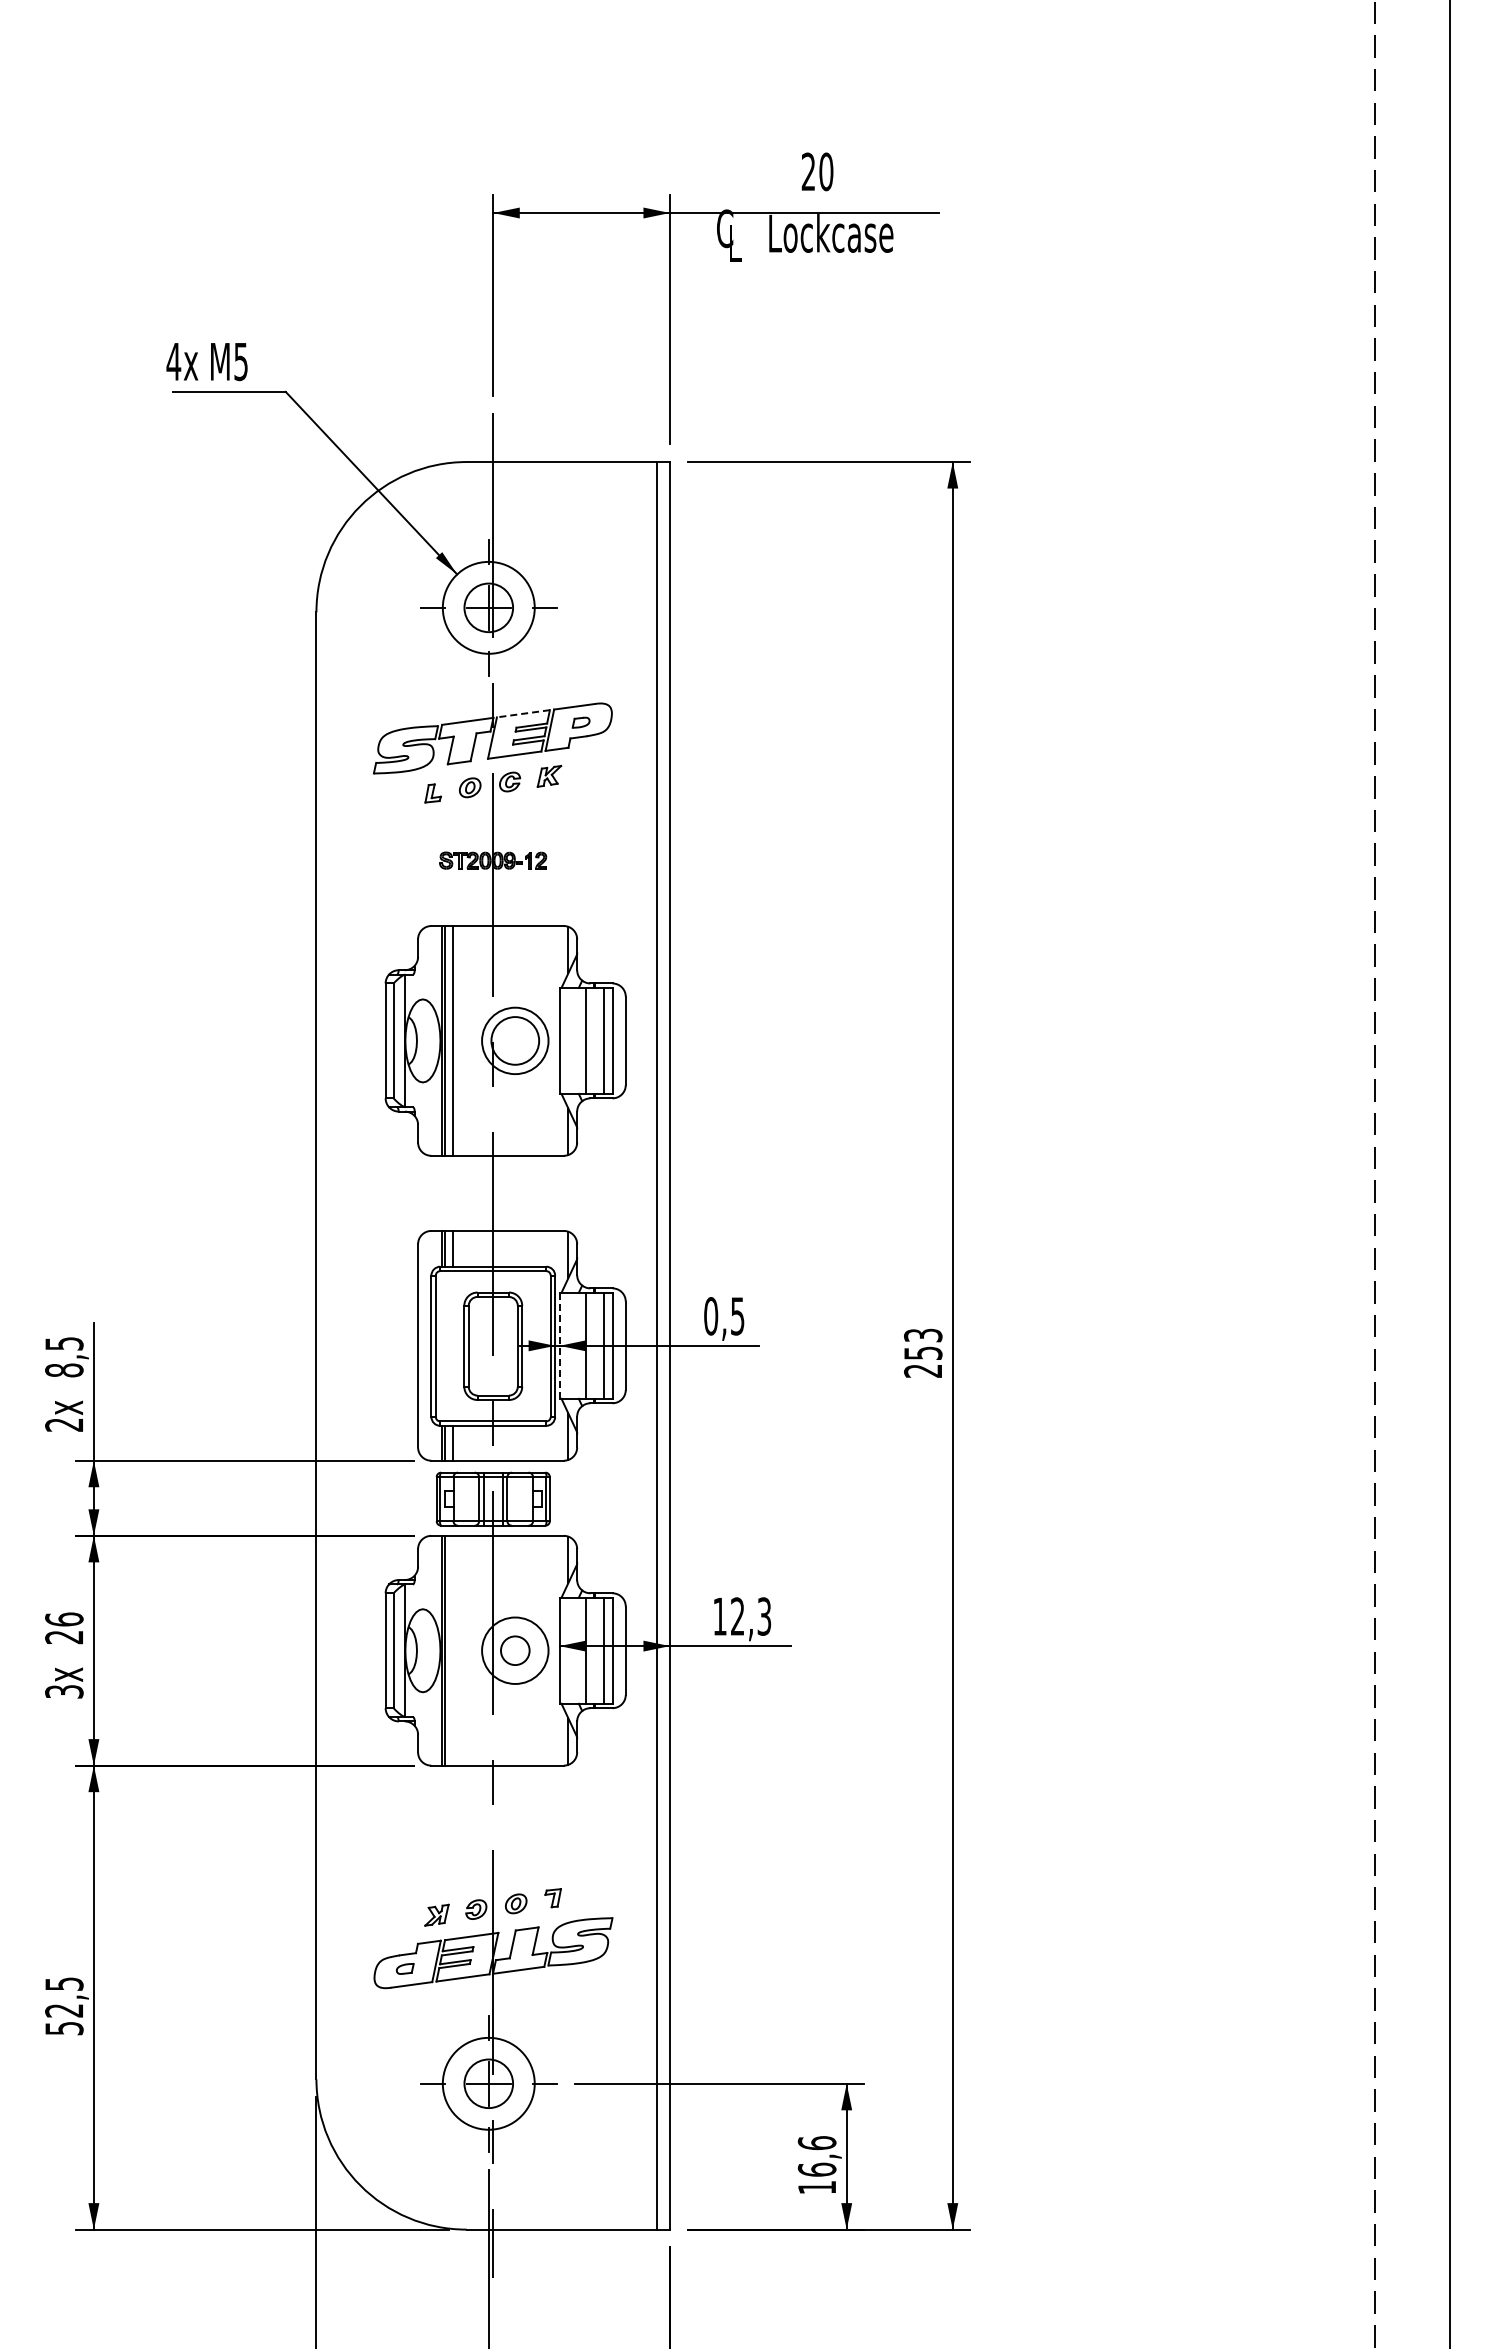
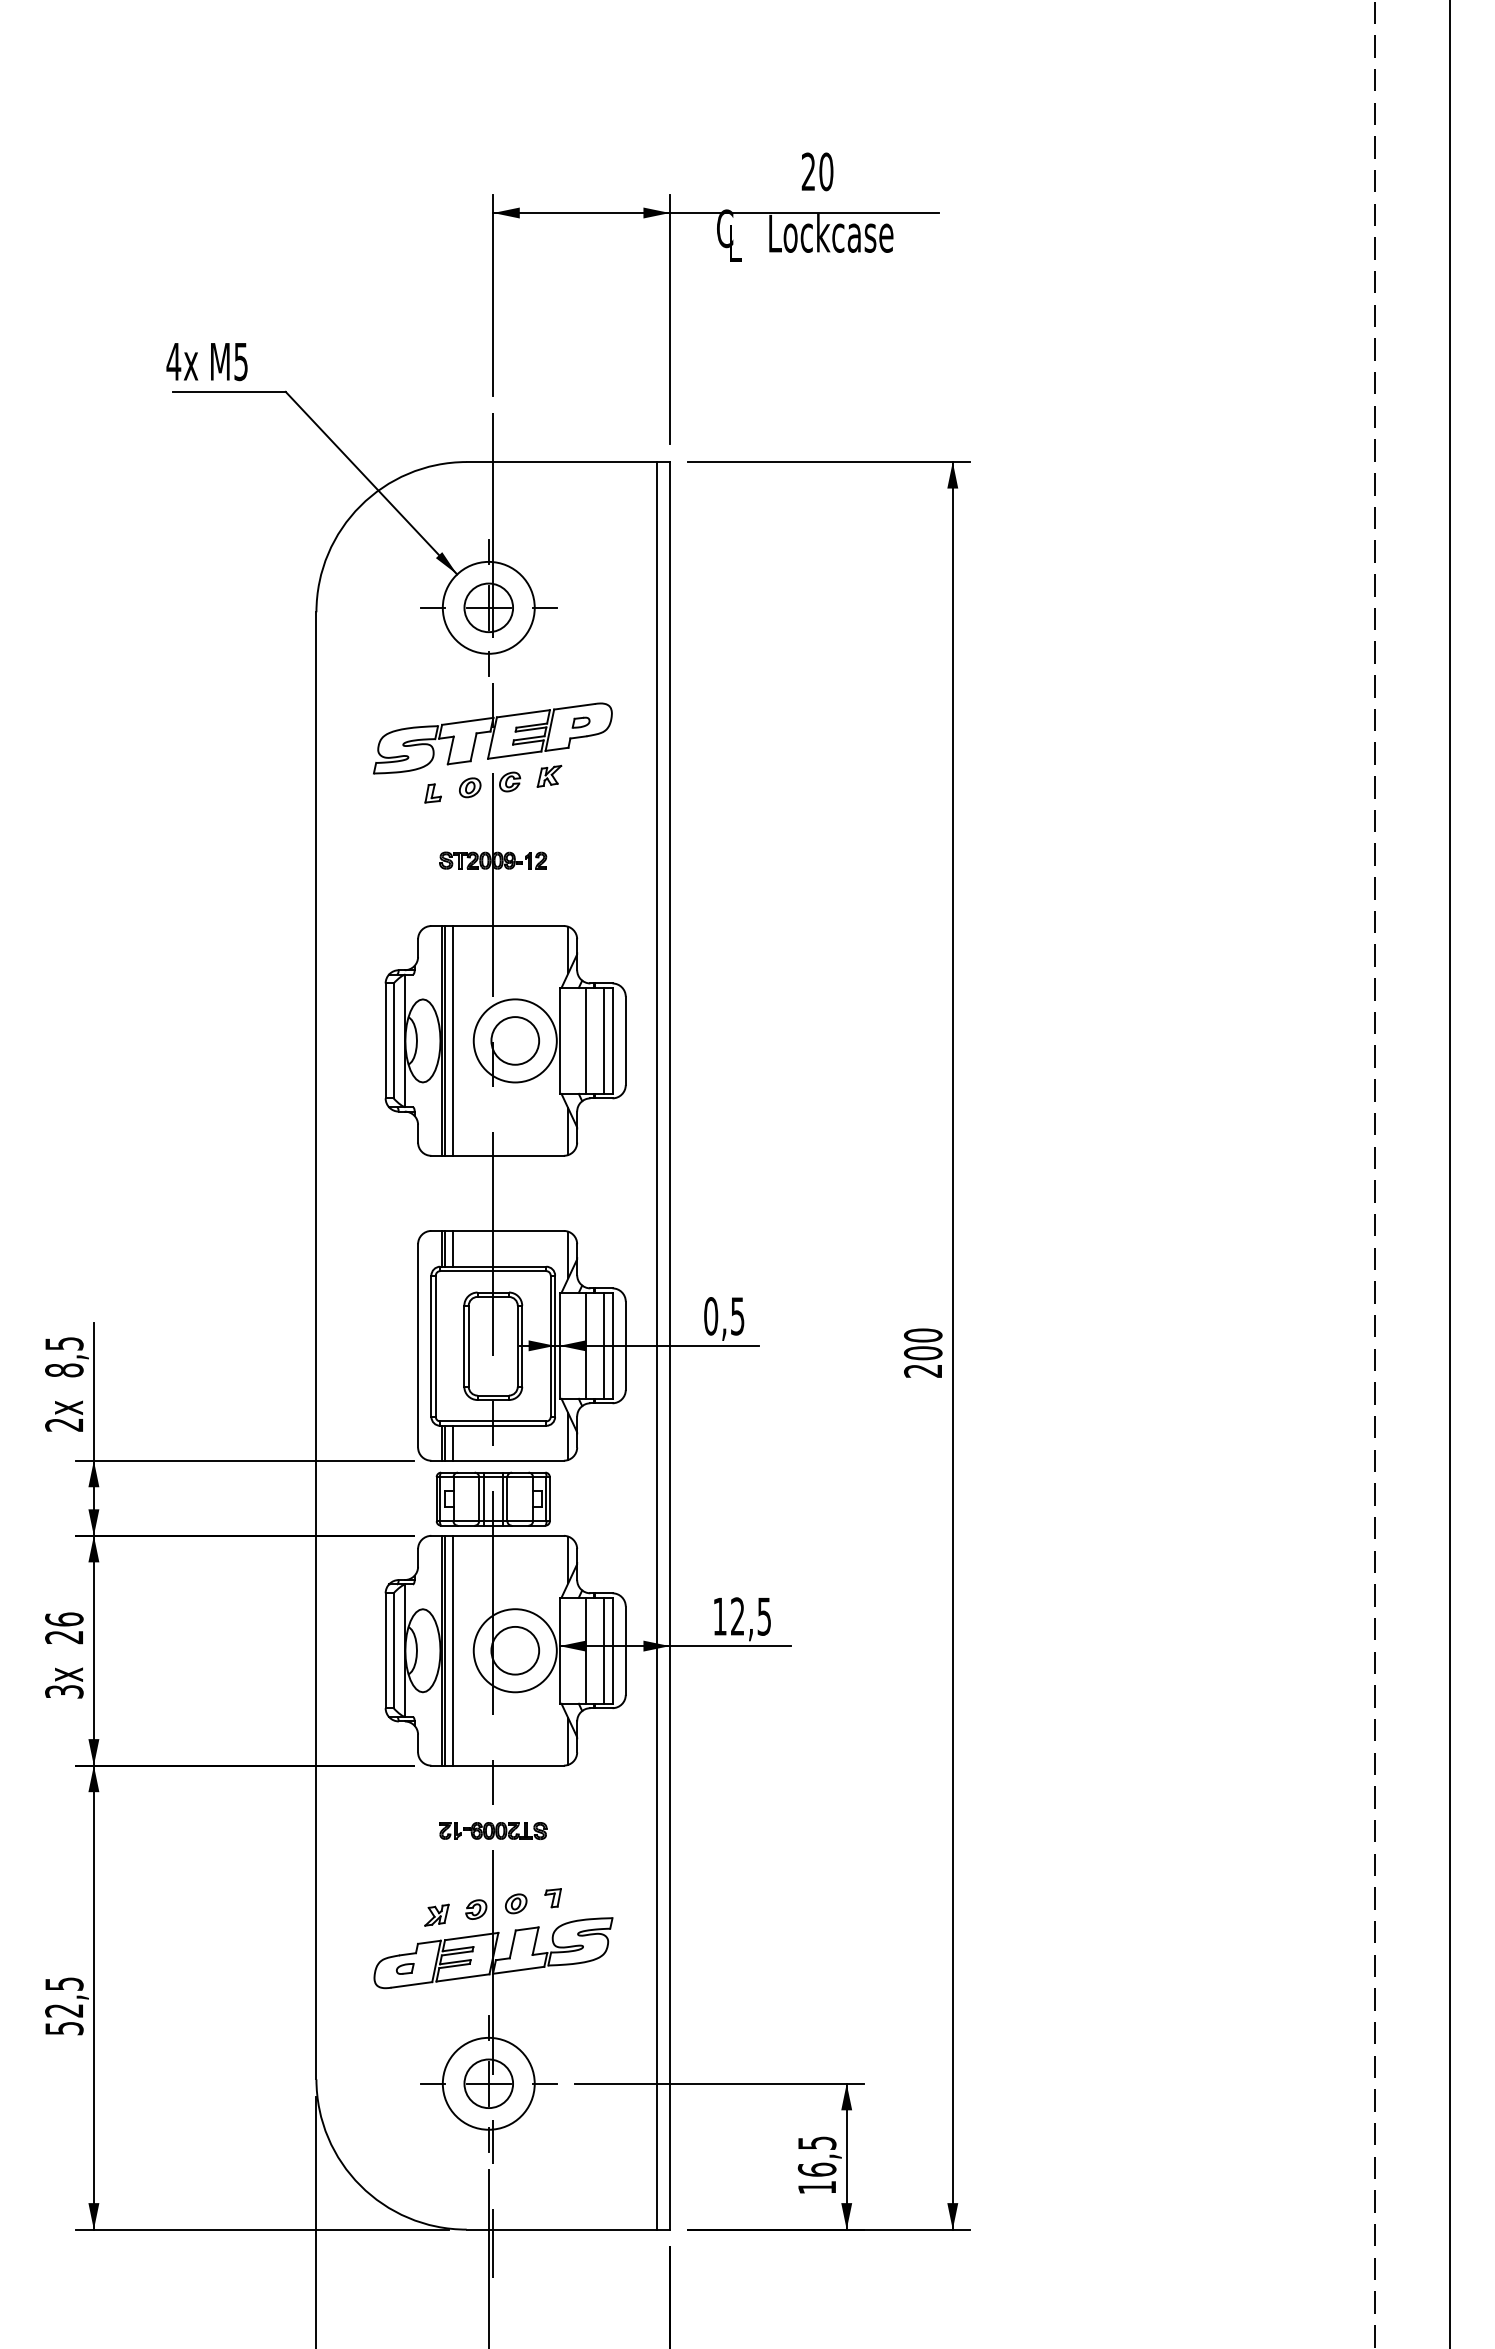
line at (523, 713): dashed -> solid
circle at (515, 1040) diameter: 66 px -> 83 px
text at (923, 1344): 253 -> 200
line at (559, 1346): dashed -> solid
text at (764, 1616): 12,3 -> 12,5
line at (453, 1650): none -> present
circle at (515, 1650) diameter: 29 px -> 48 px
circle at (515, 1650) diameter: 66 px -> 83 px
part at (493, 1830): none -> present
text at (816, 2143): 16,6 -> 16,5
